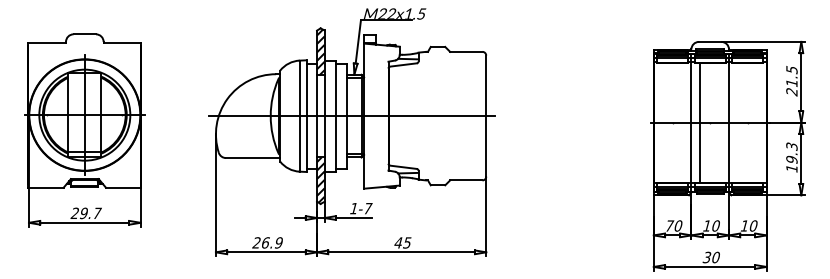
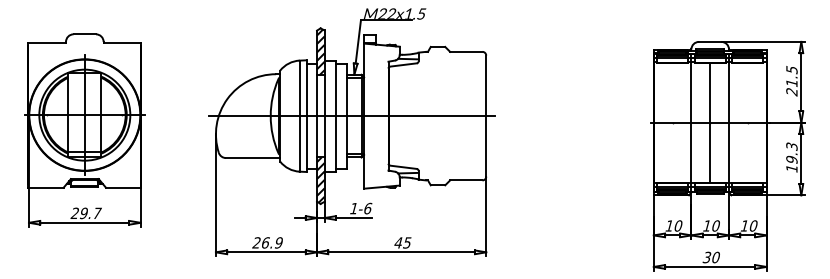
line at (700, 122) position: (700, 122) -> (710, 122)
text at (368, 208): 1-7 -> 1-6
text at (669, 225): 70 -> 10
